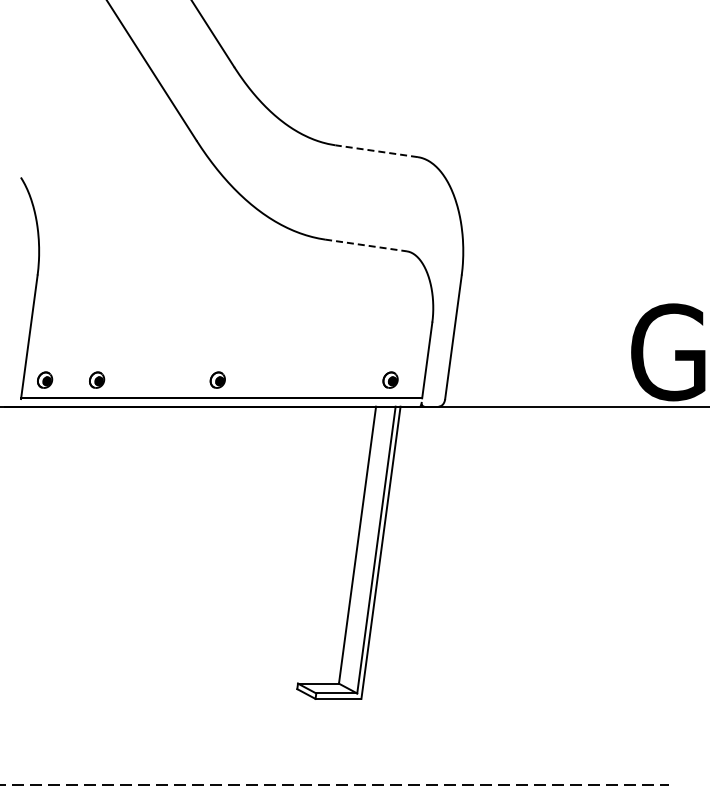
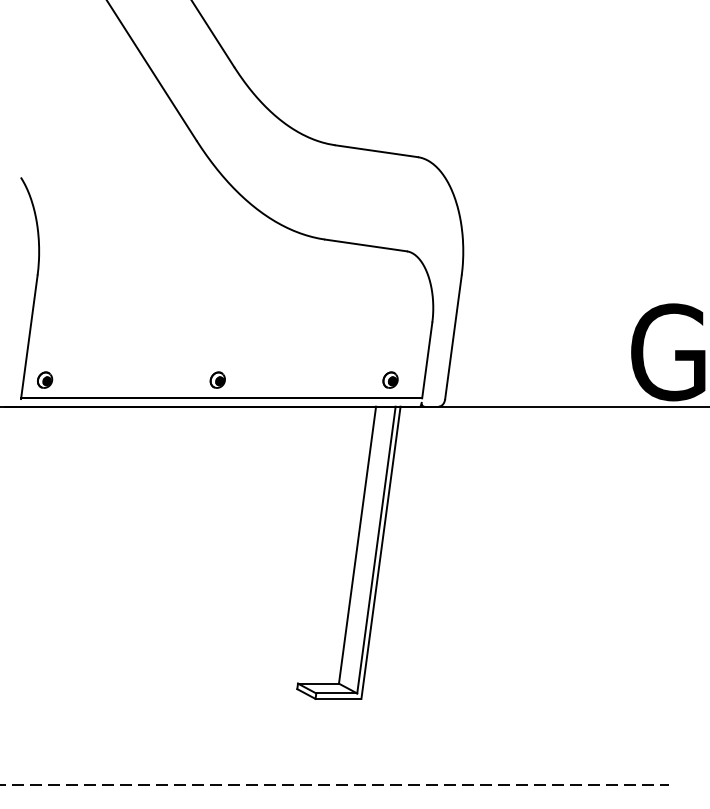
line at (376, 151): dashed -> solid
line at (366, 245): dashed -> solid
part at (97, 379): present -> none
